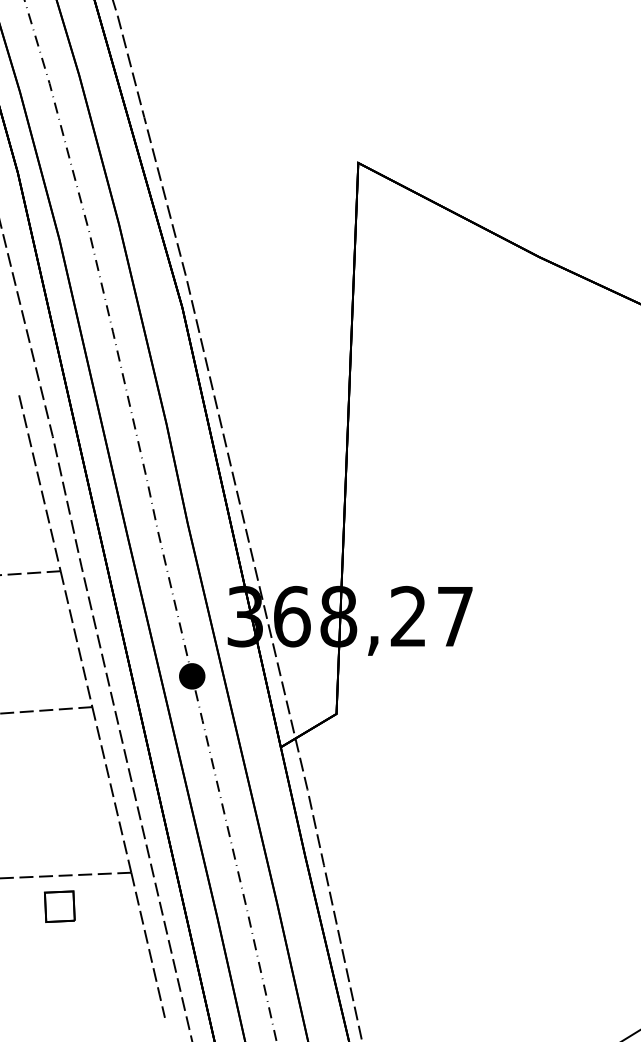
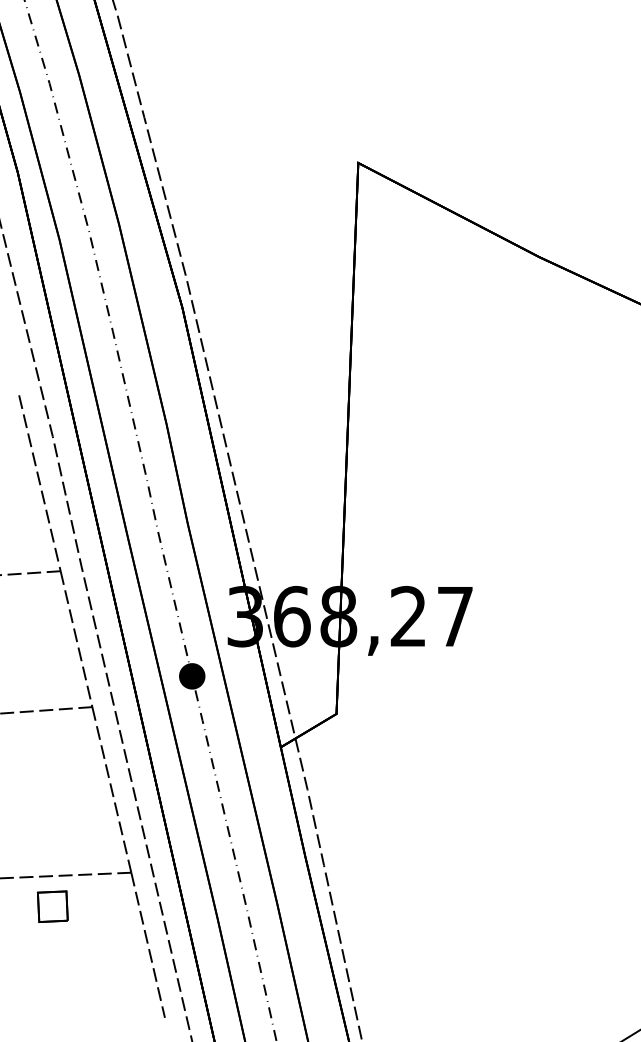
part at (59, 906) position: (59, 906) -> (52, 906)
